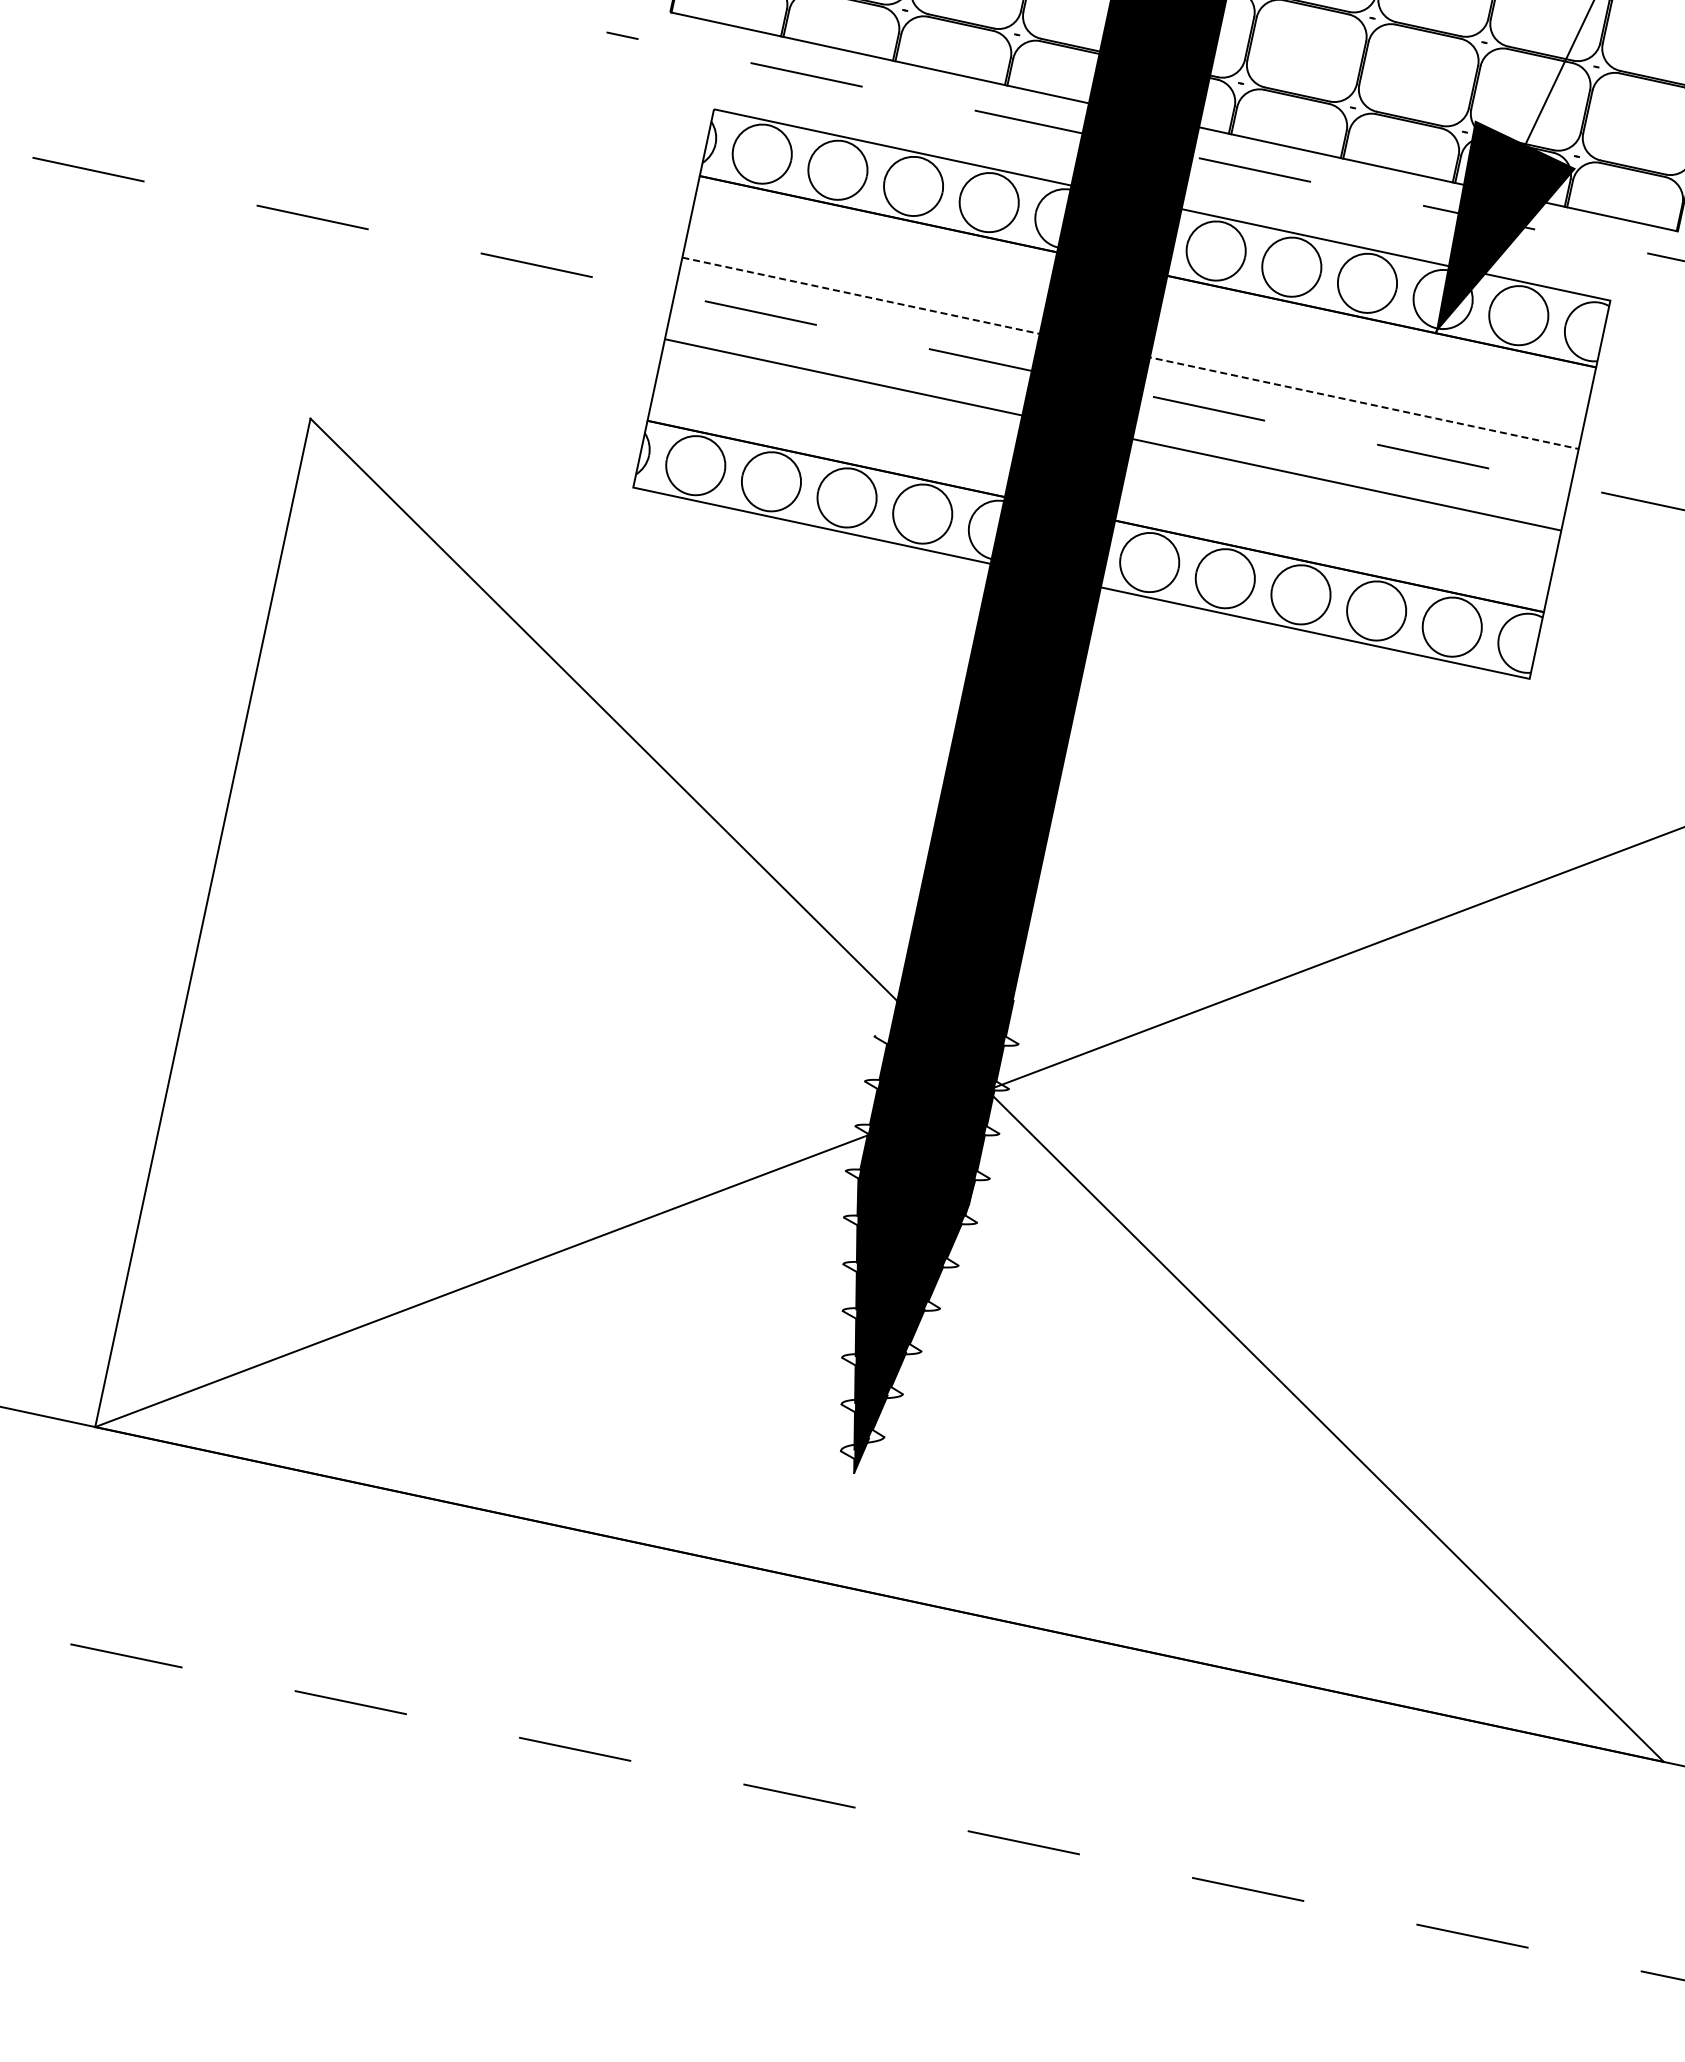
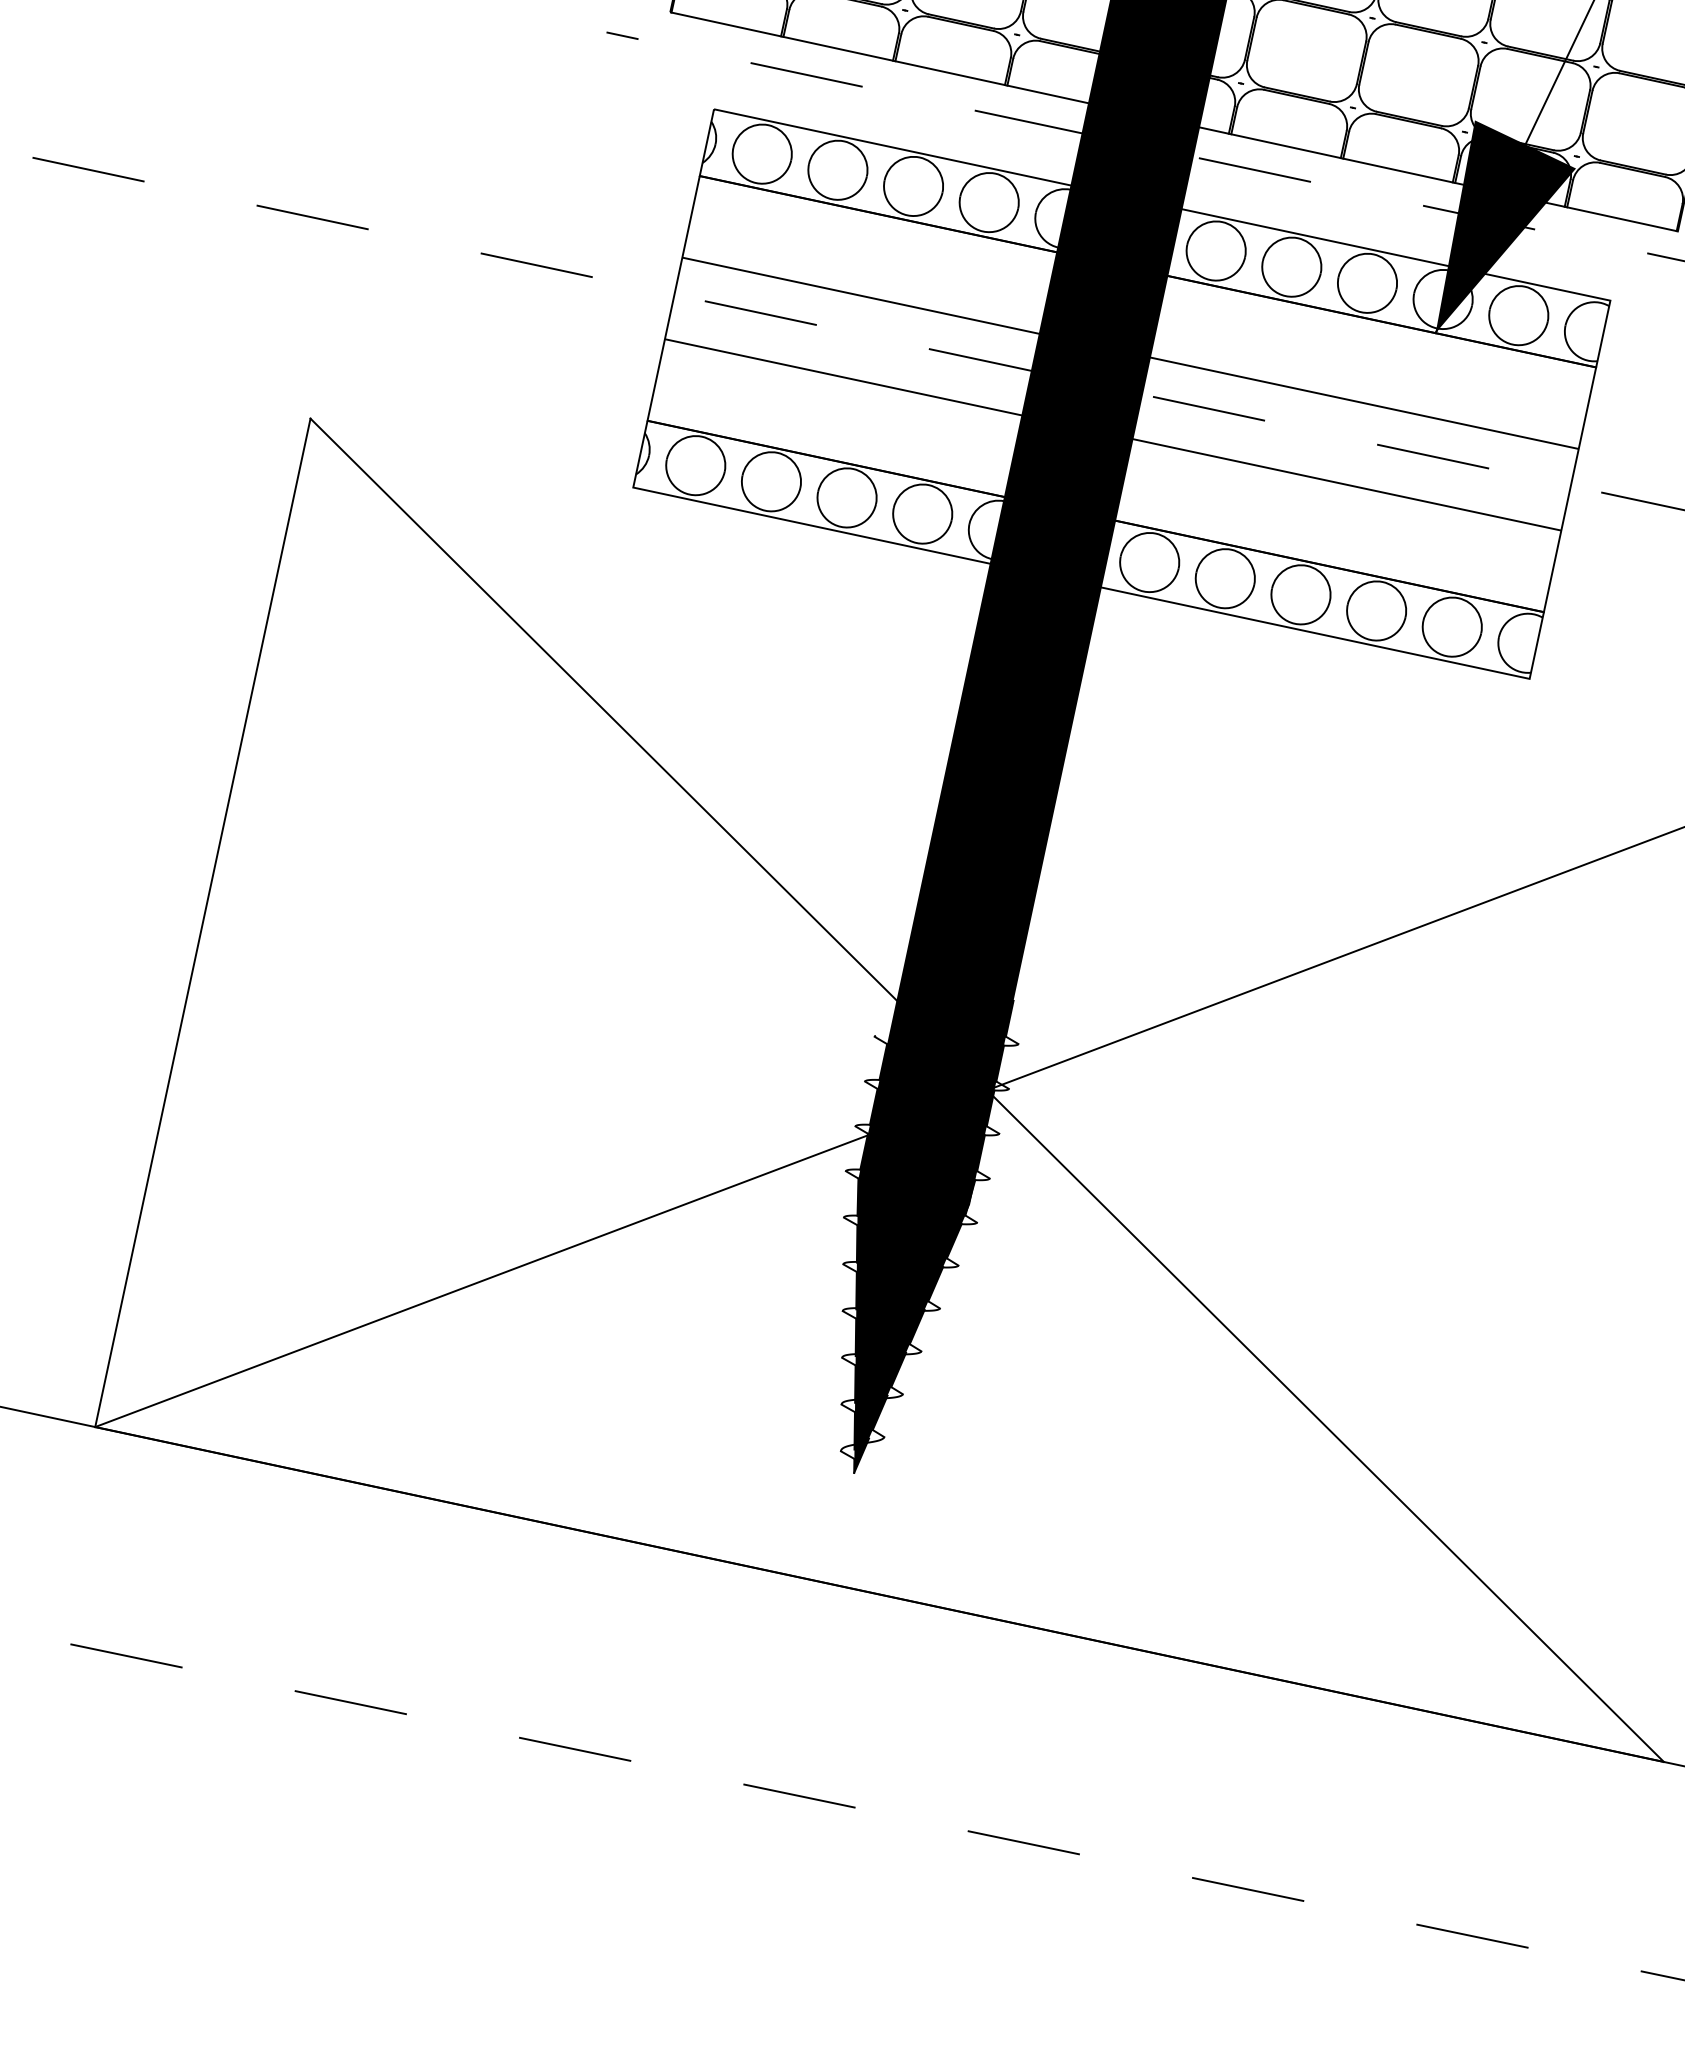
line at (1131, 353): dashed -> solid
